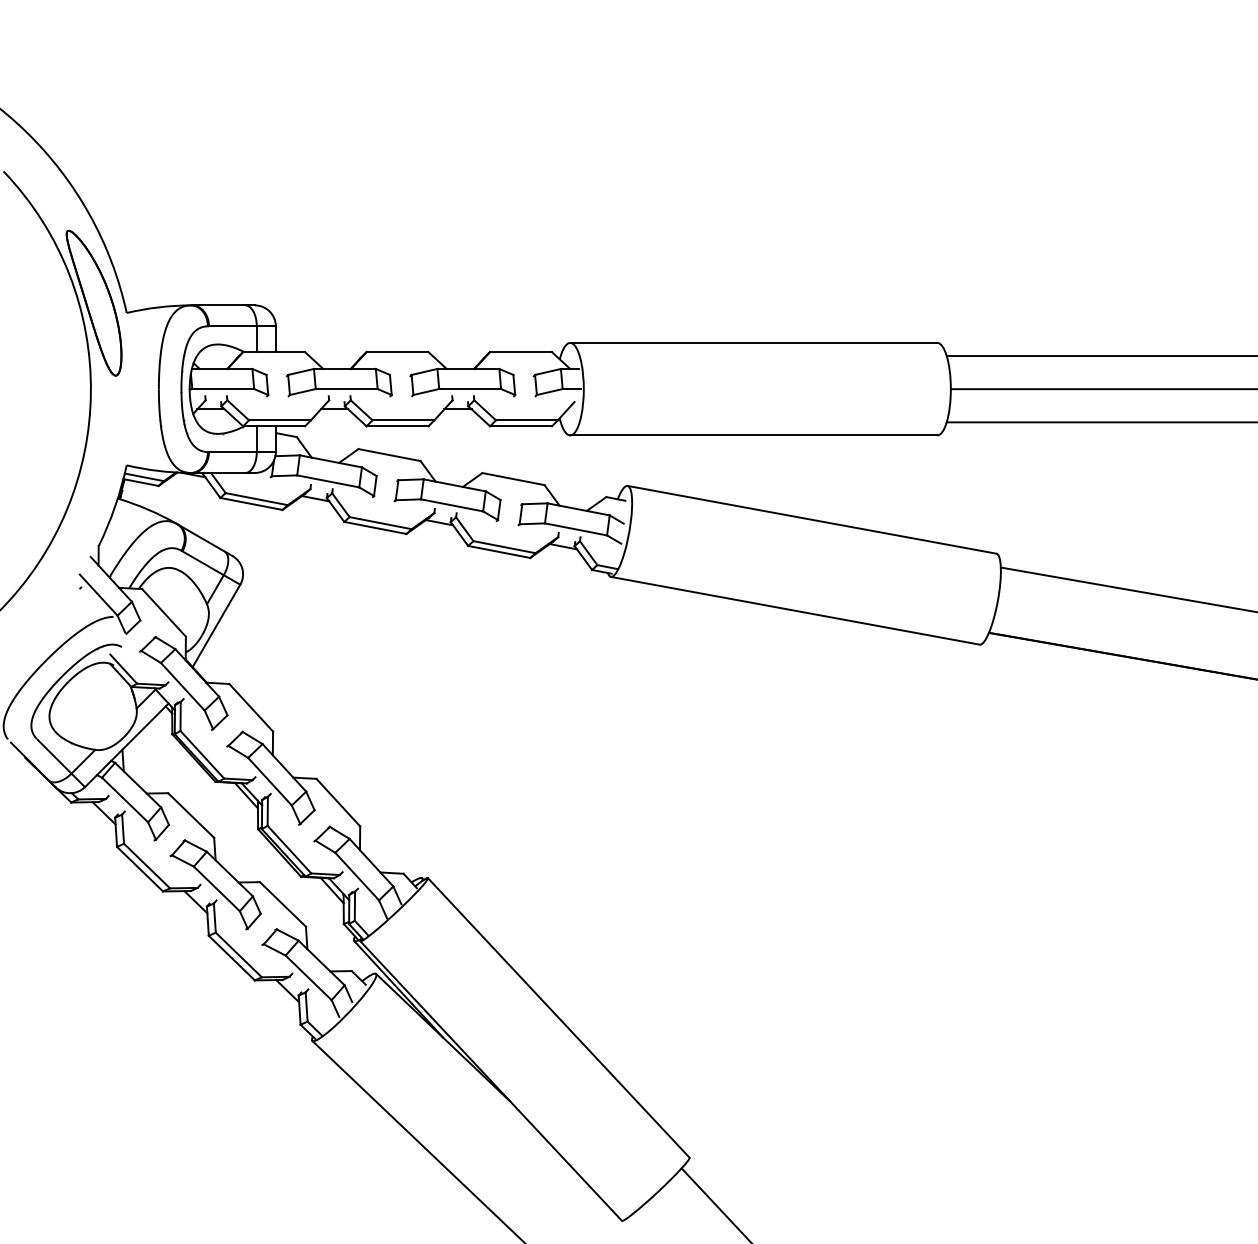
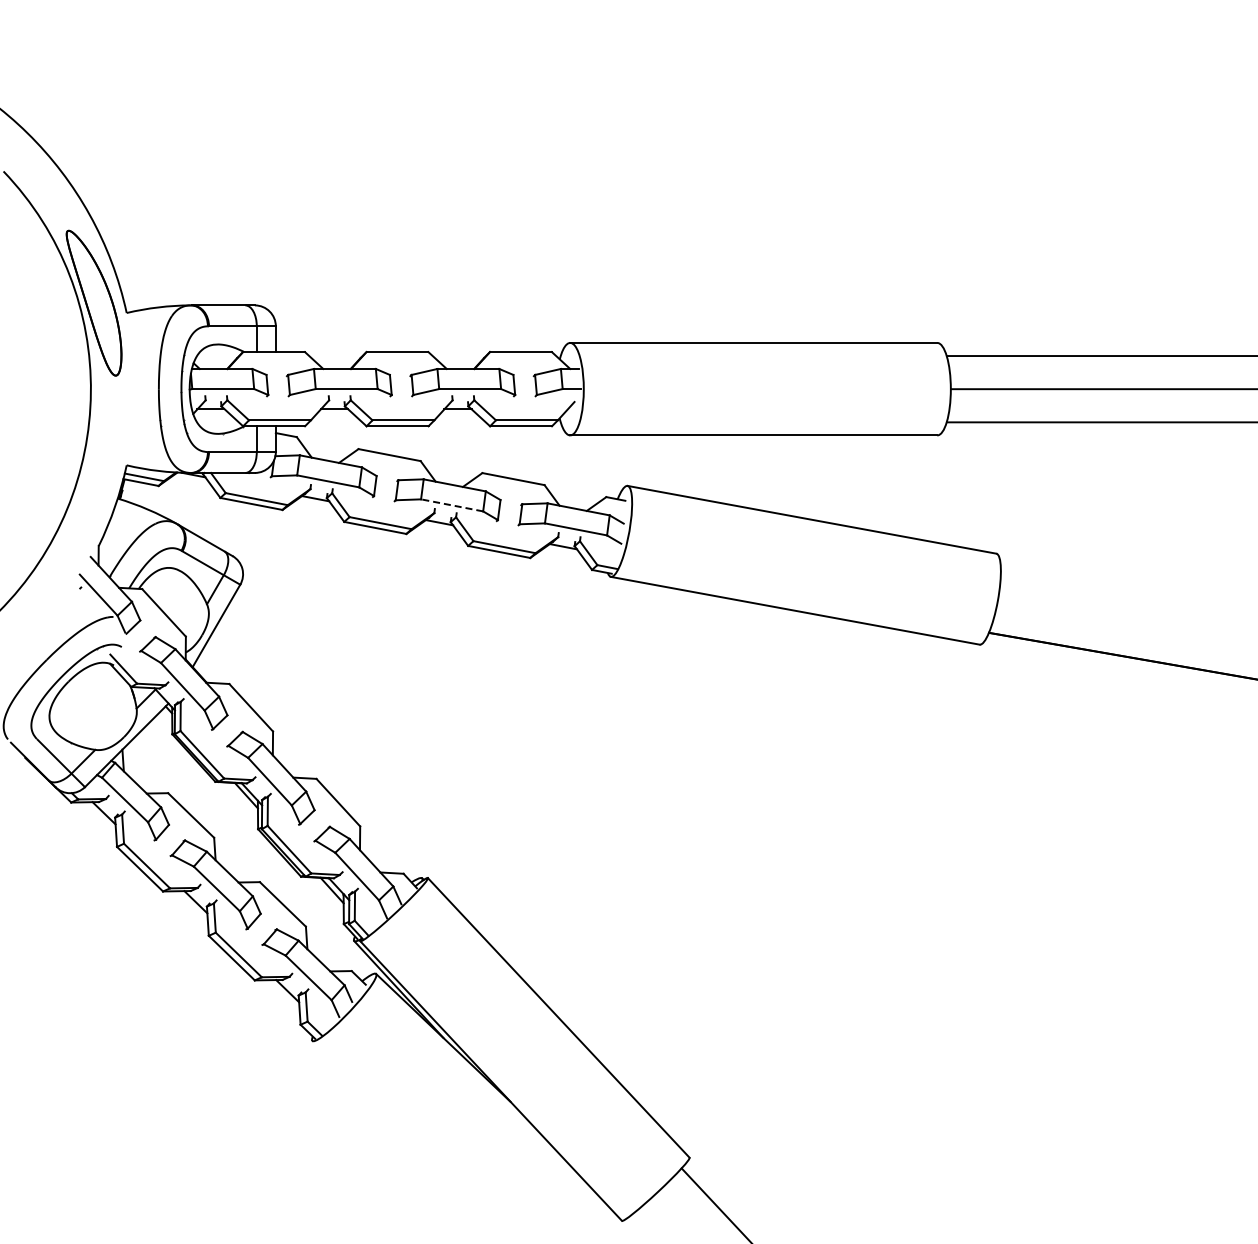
line at (452, 505): solid -> dashed
line at (1127, 589): present -> none
line at (417, 1140): present -> none
